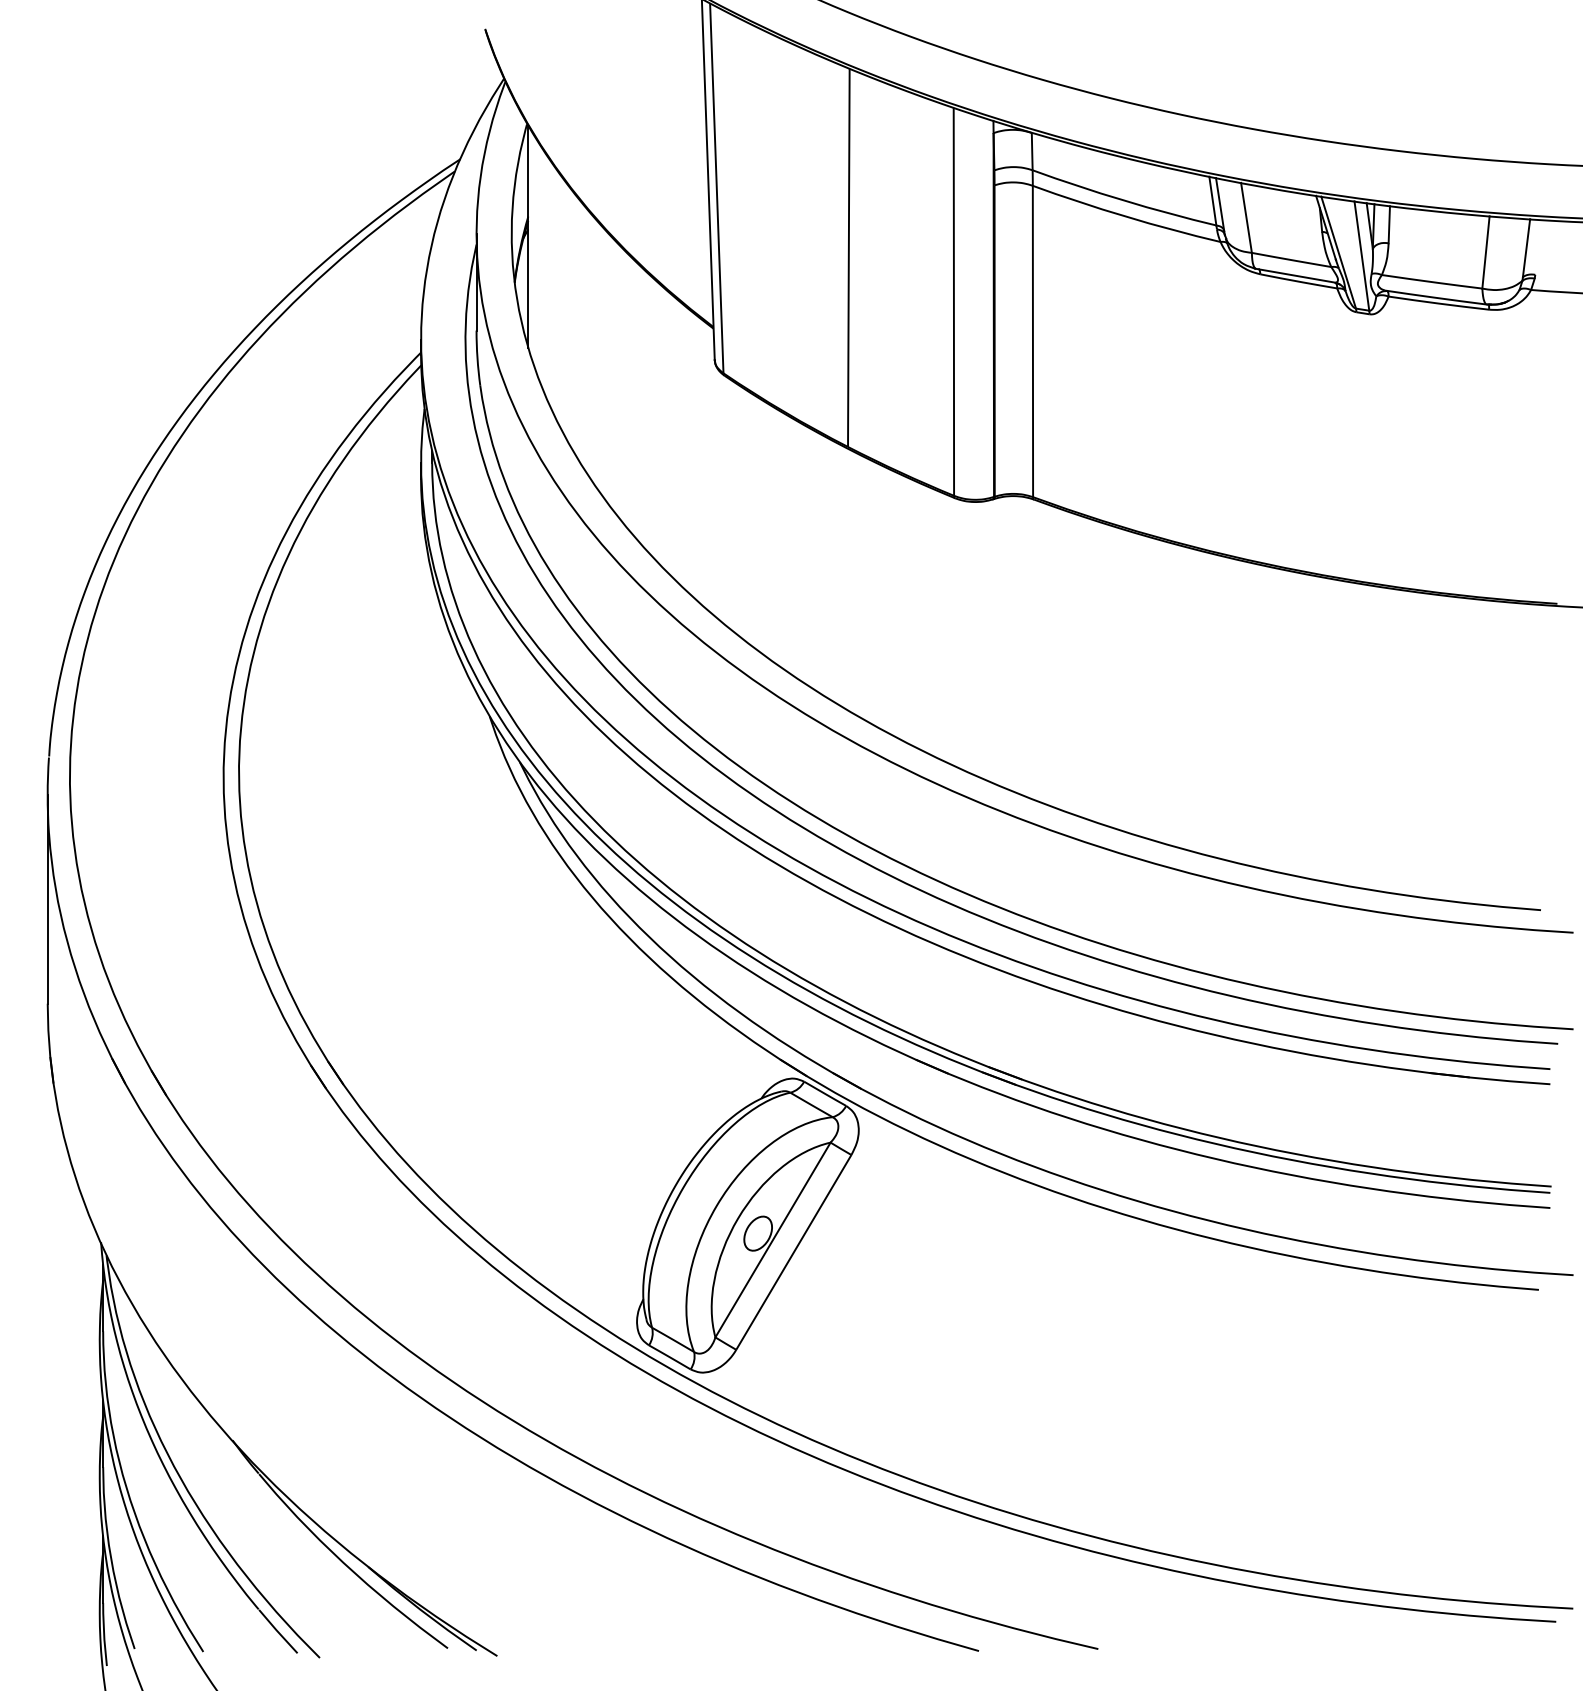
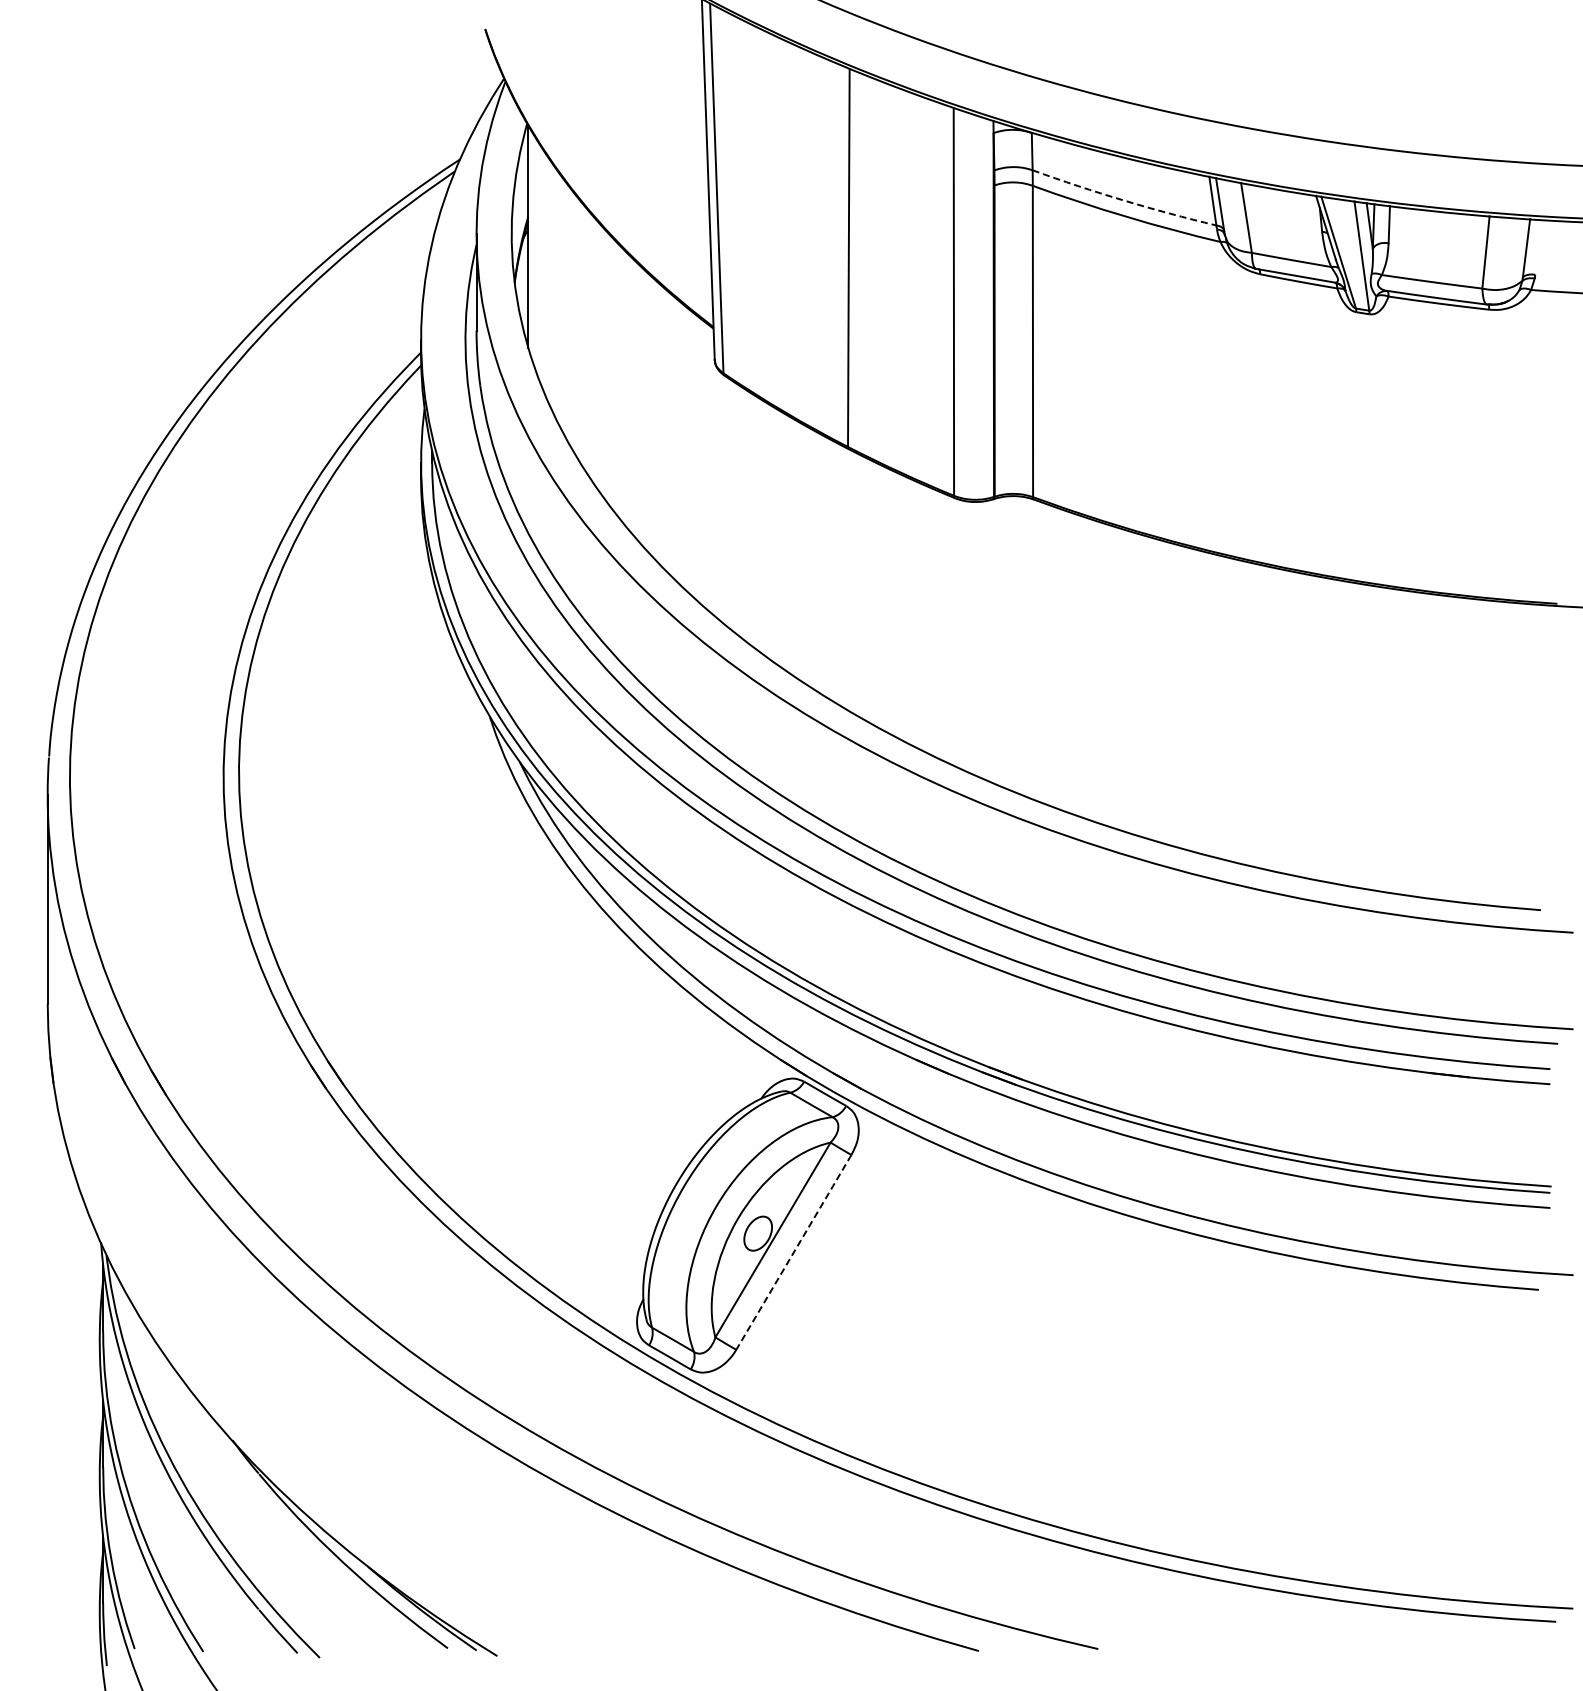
arc at (1123, 200): solid -> dashed
line at (793, 1253): solid -> dashed
